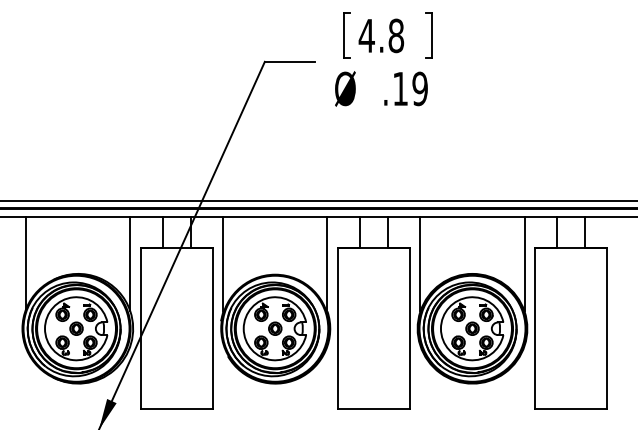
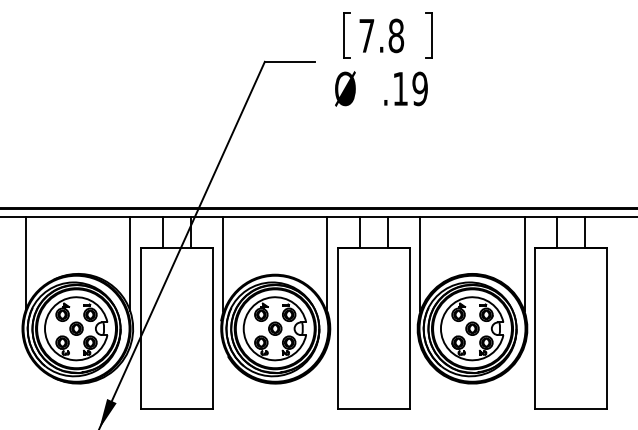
text at (366, 35): 4.8 -> 7.8
line at (318, 200): present -> none
